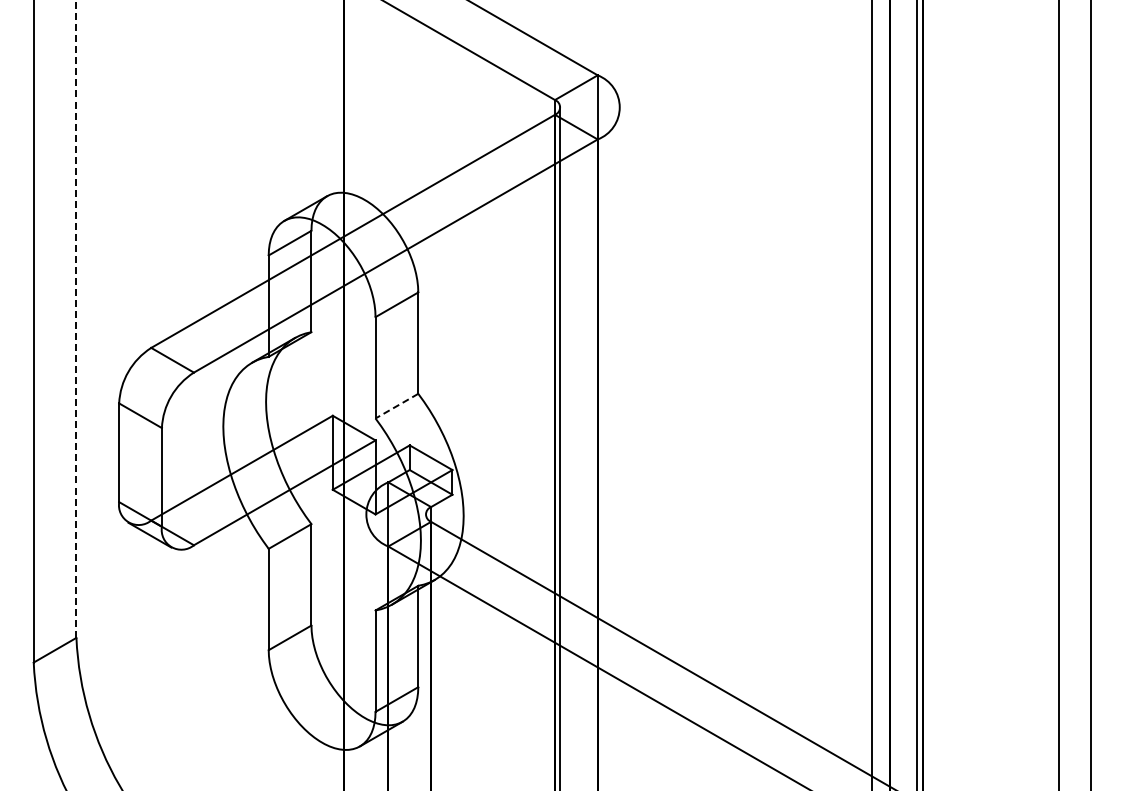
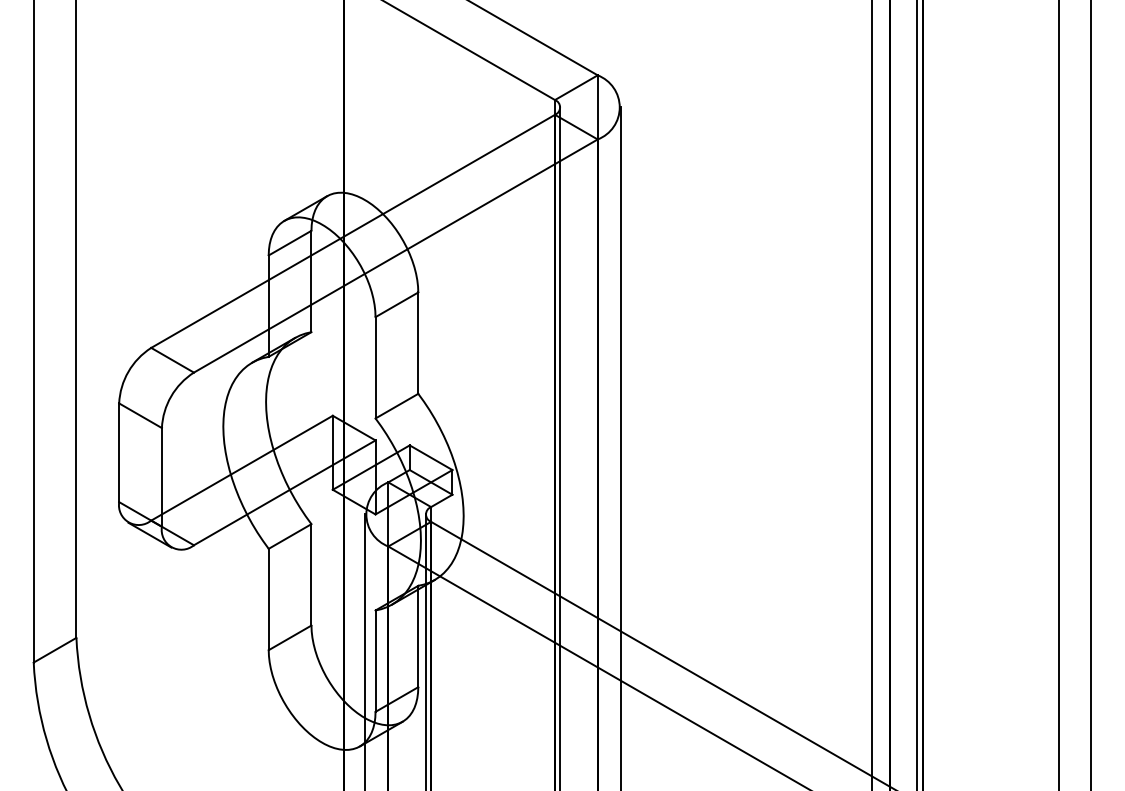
line at (76, 318): dashed -> solid
line at (396, 406): dashed -> solid
line at (620, 447): none -> present
line at (365, 650): none -> present
line at (425, 650): none -> present
